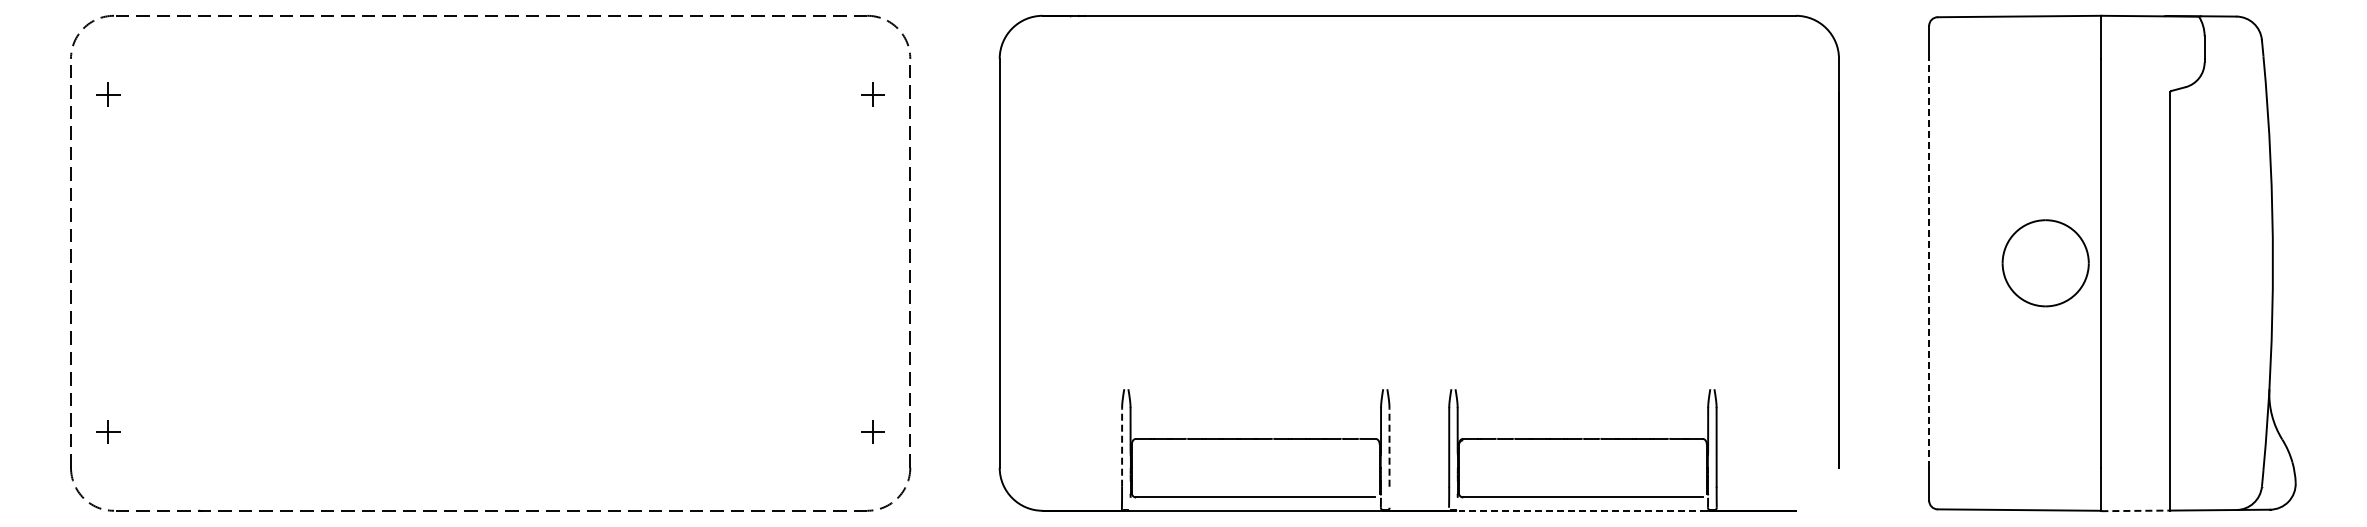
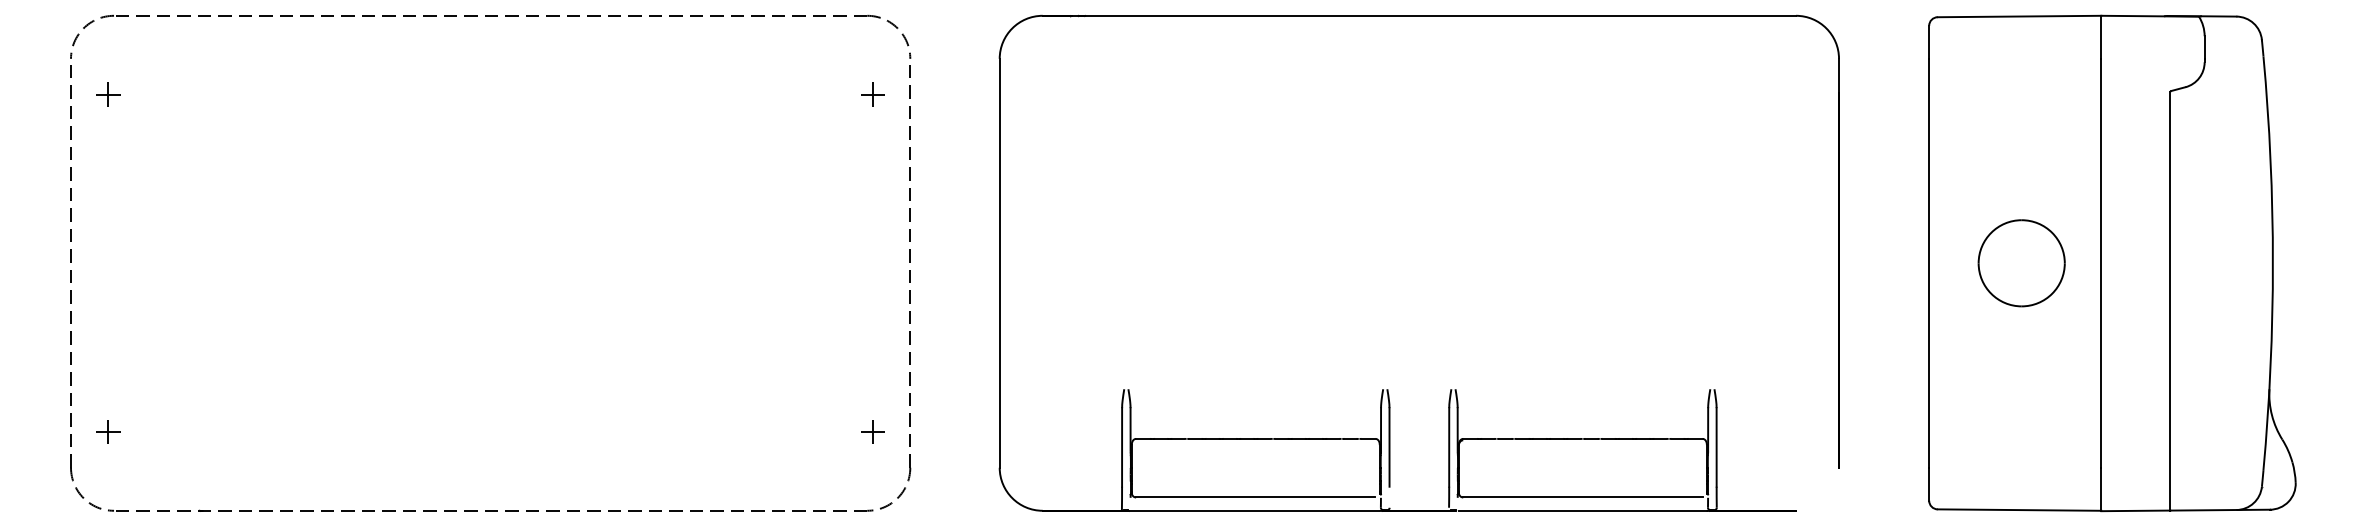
line at (1929, 262): dashed -> solid
part at (2045, 263) position: (2045, 263) -> (2021, 263)
line at (1122, 446): dashed -> solid
line at (1389, 446): dashed -> solid
line at (1582, 510): dashed -> solid
line at (2136, 510): dashed -> solid
